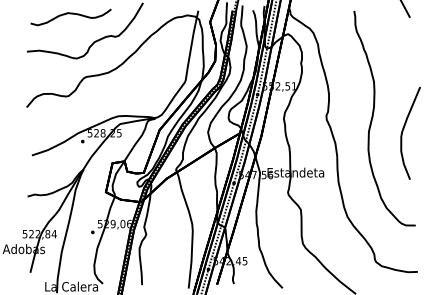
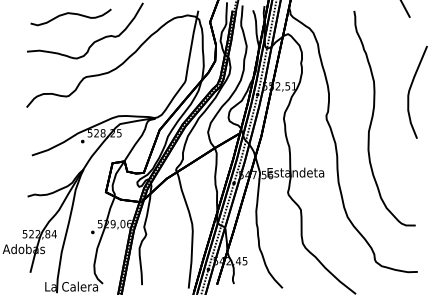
curve at (403, 131) position: (403, 131) -> (410, 90)
